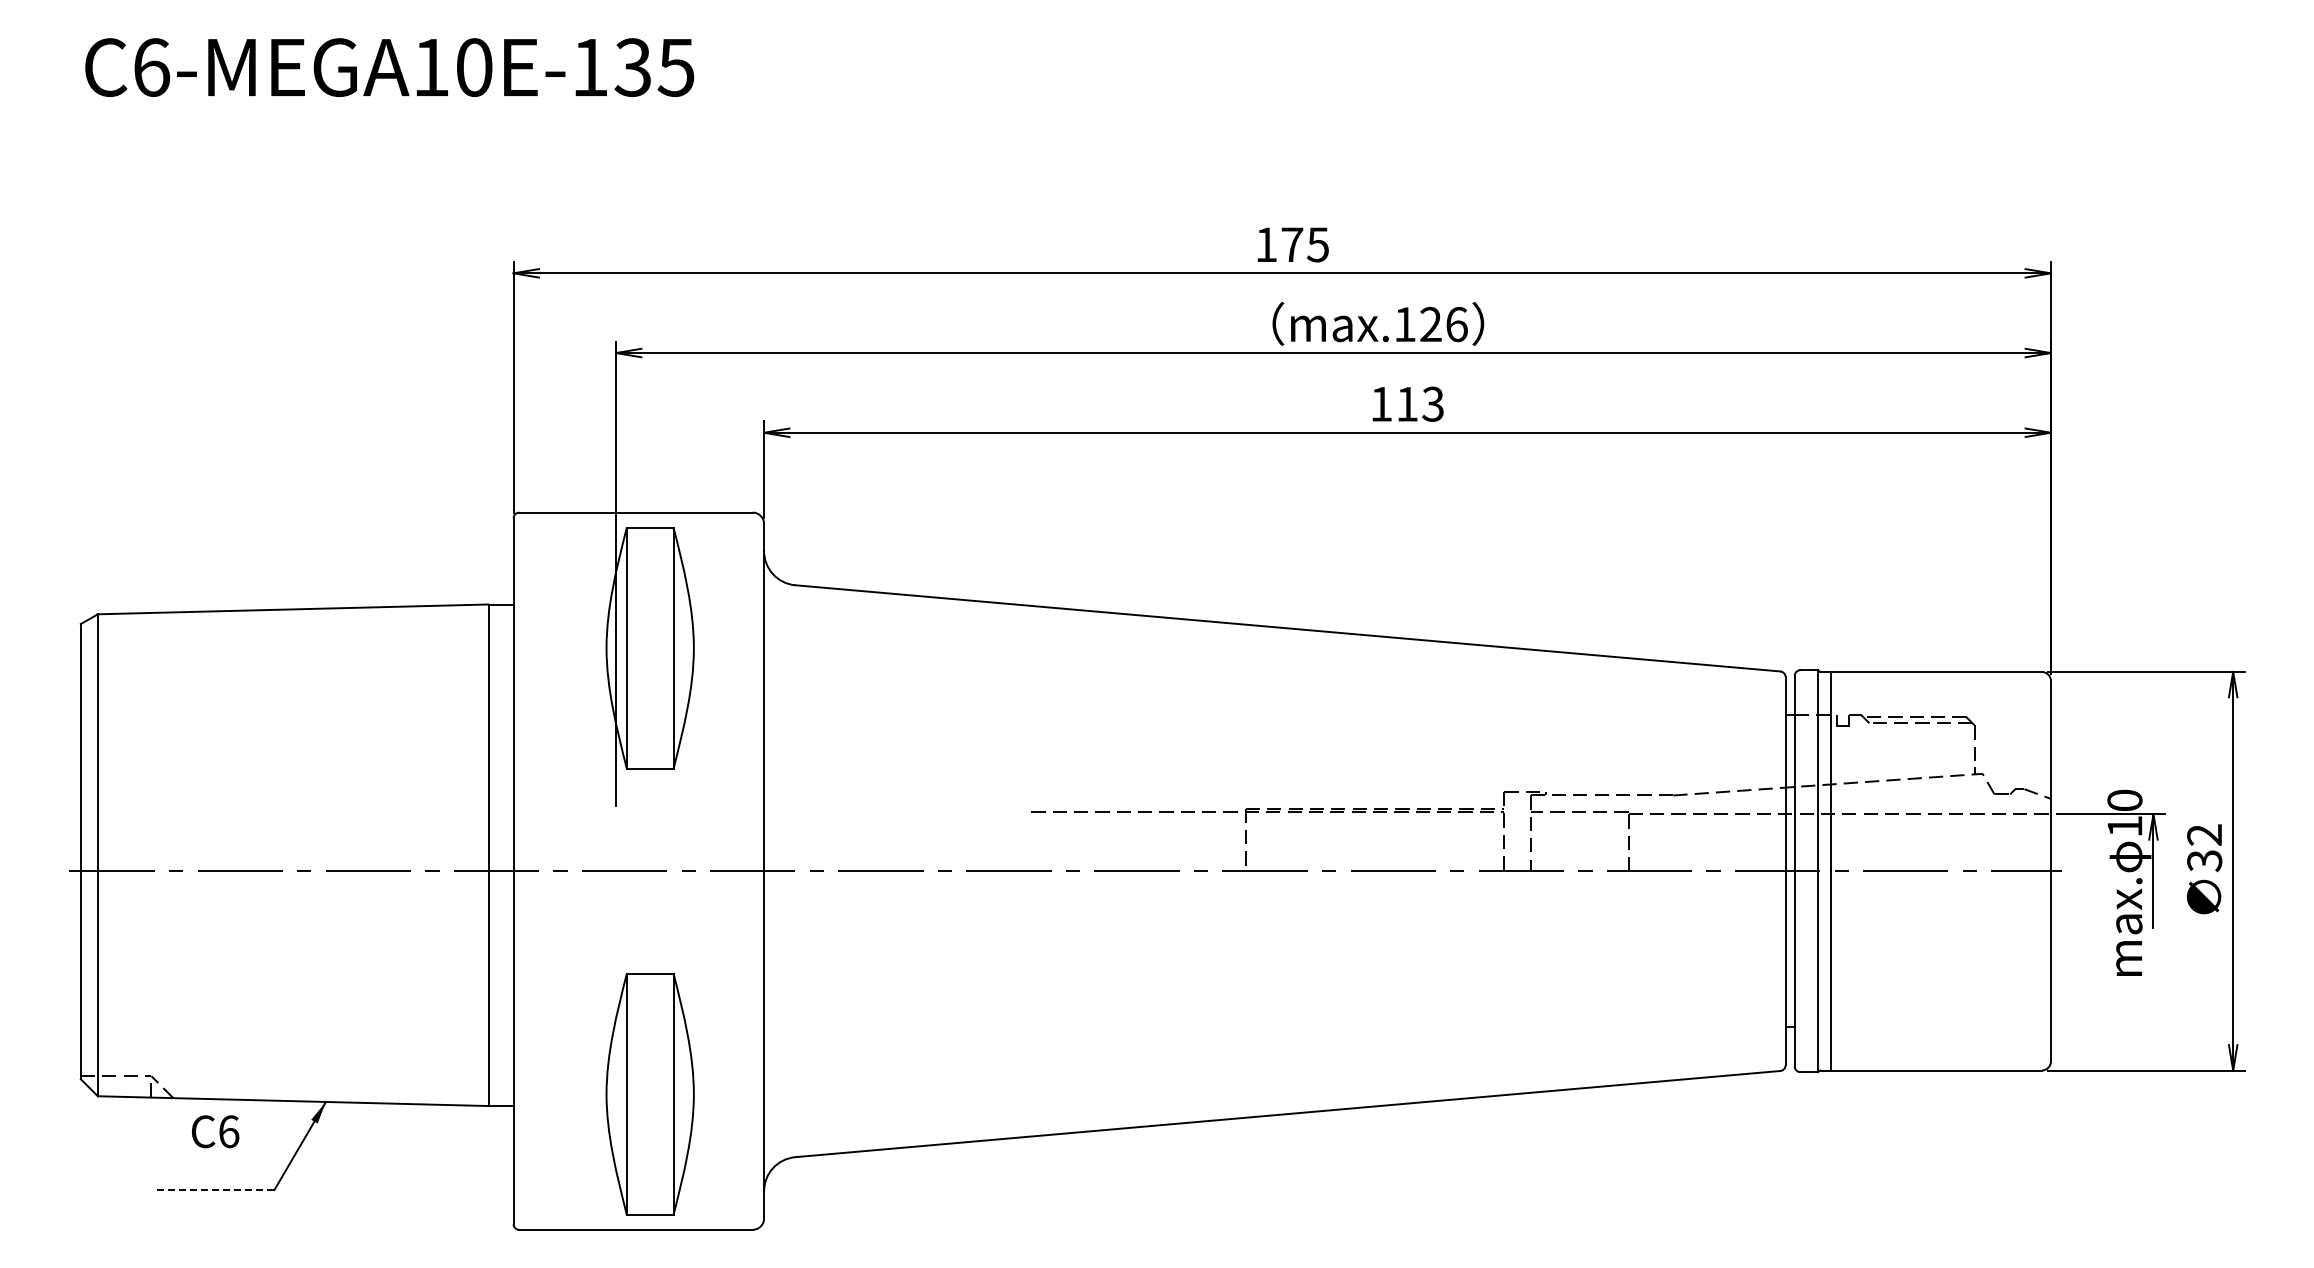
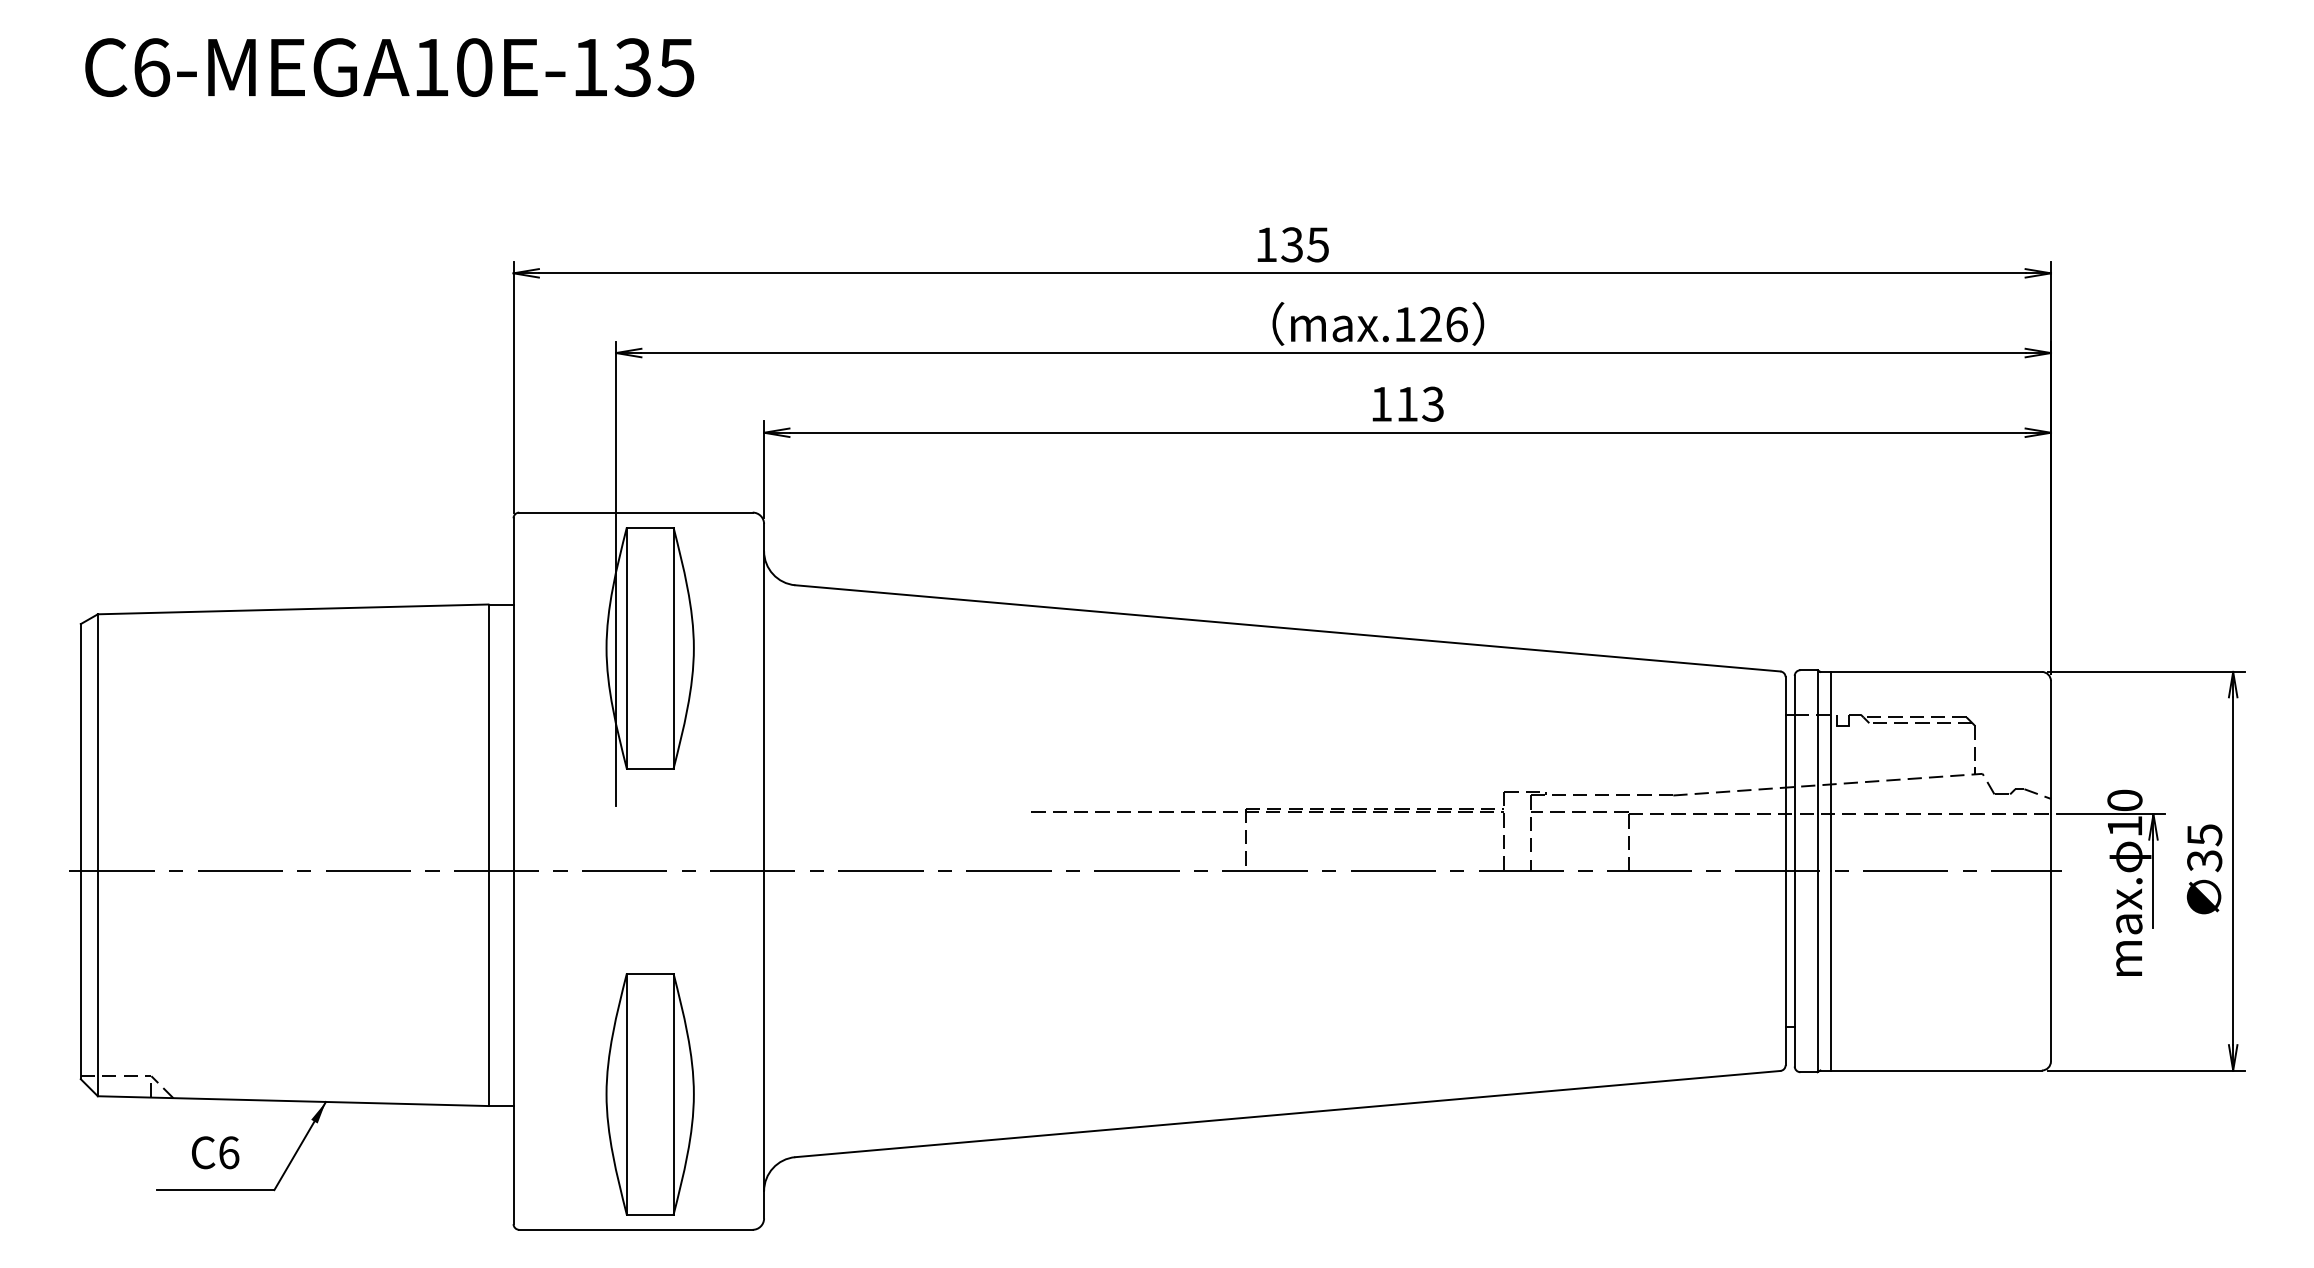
text at (1292, 244): 175 -> 135
text at (2204, 835): 32 -> 35
text at (215, 1131) position: (215, 1131) -> (215, 1152)
line at (215, 1190): dashed -> solid
